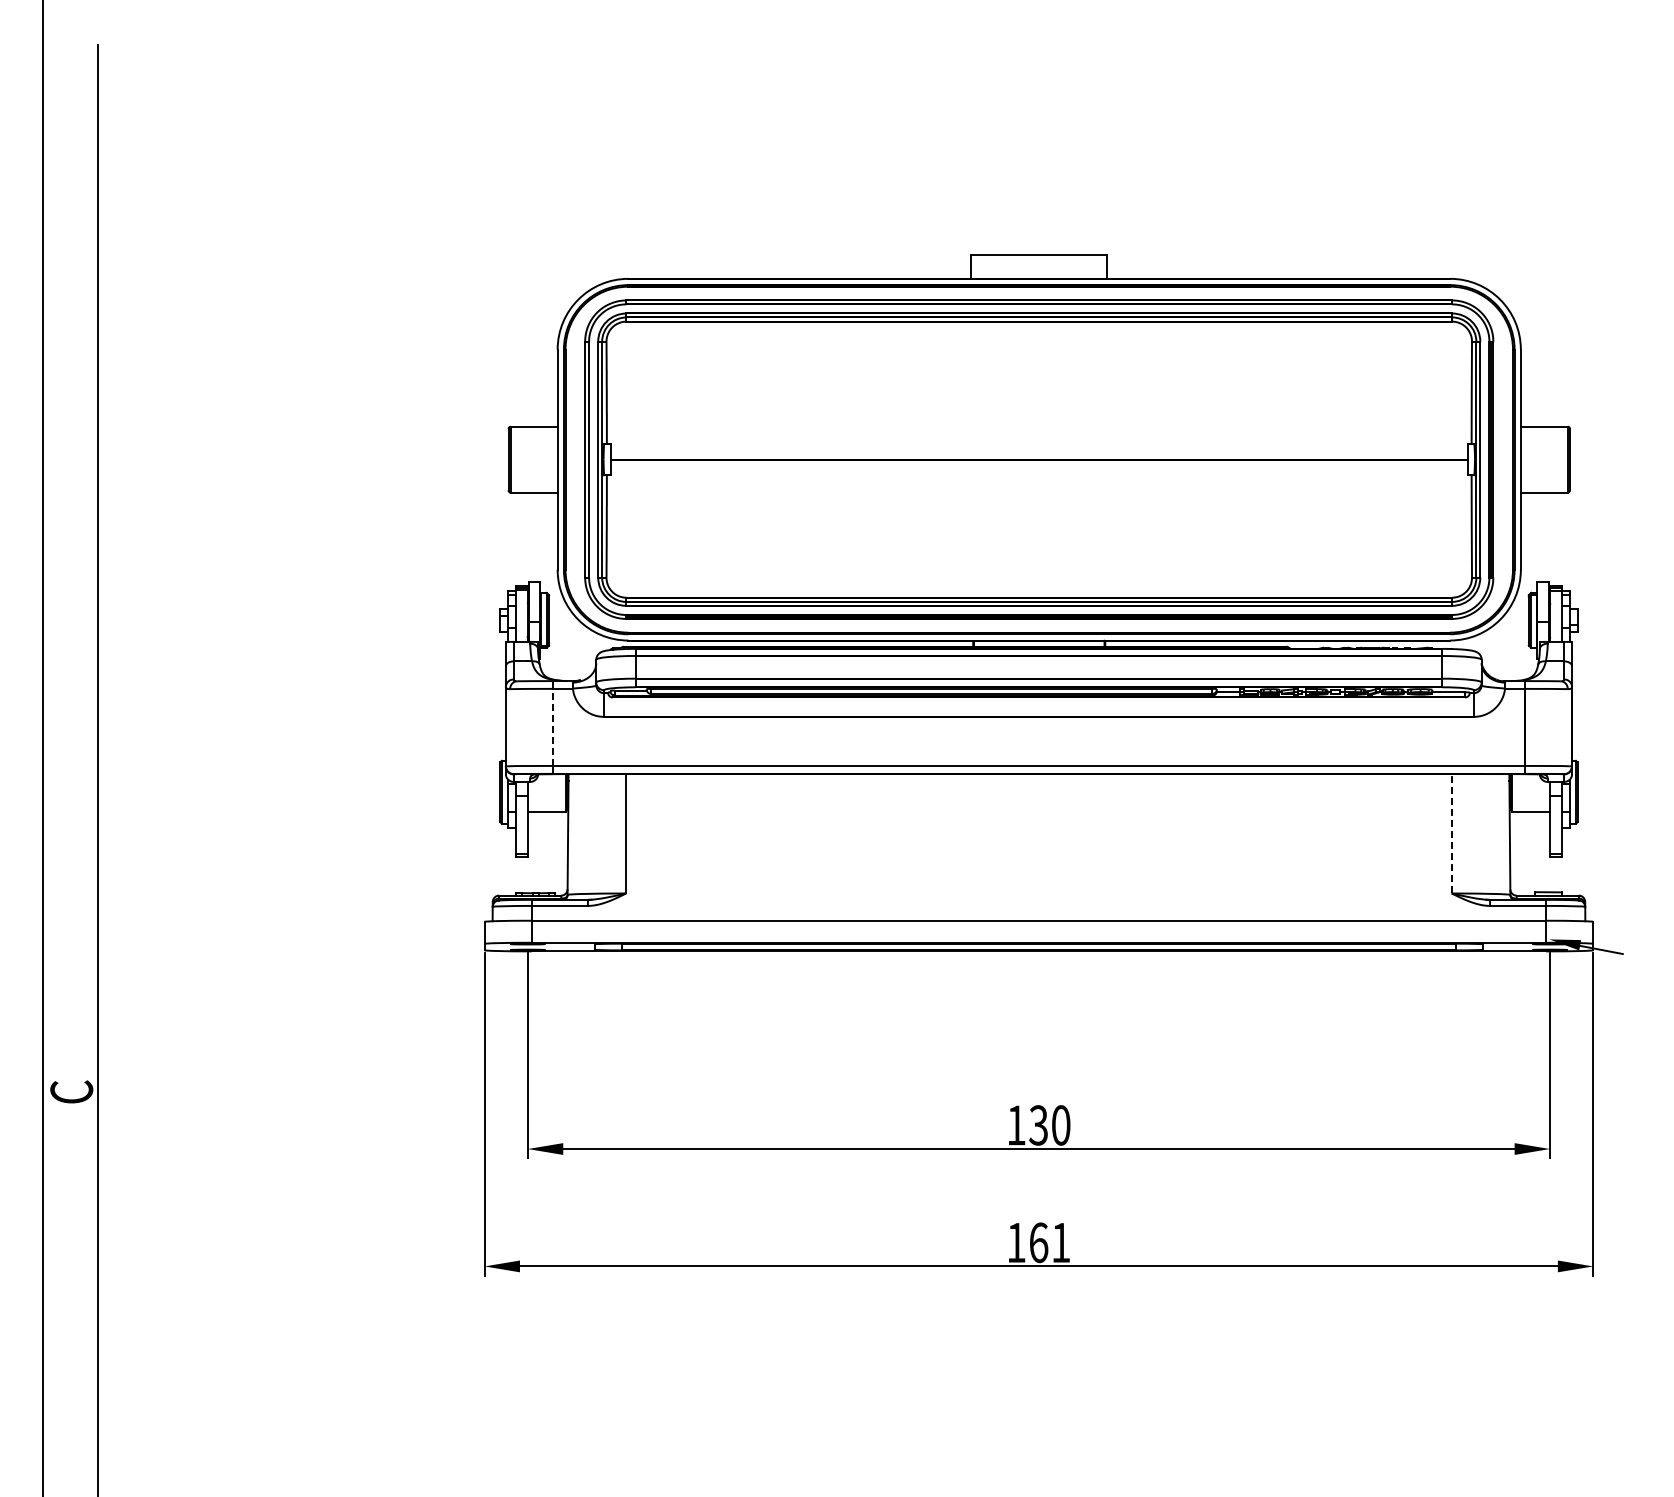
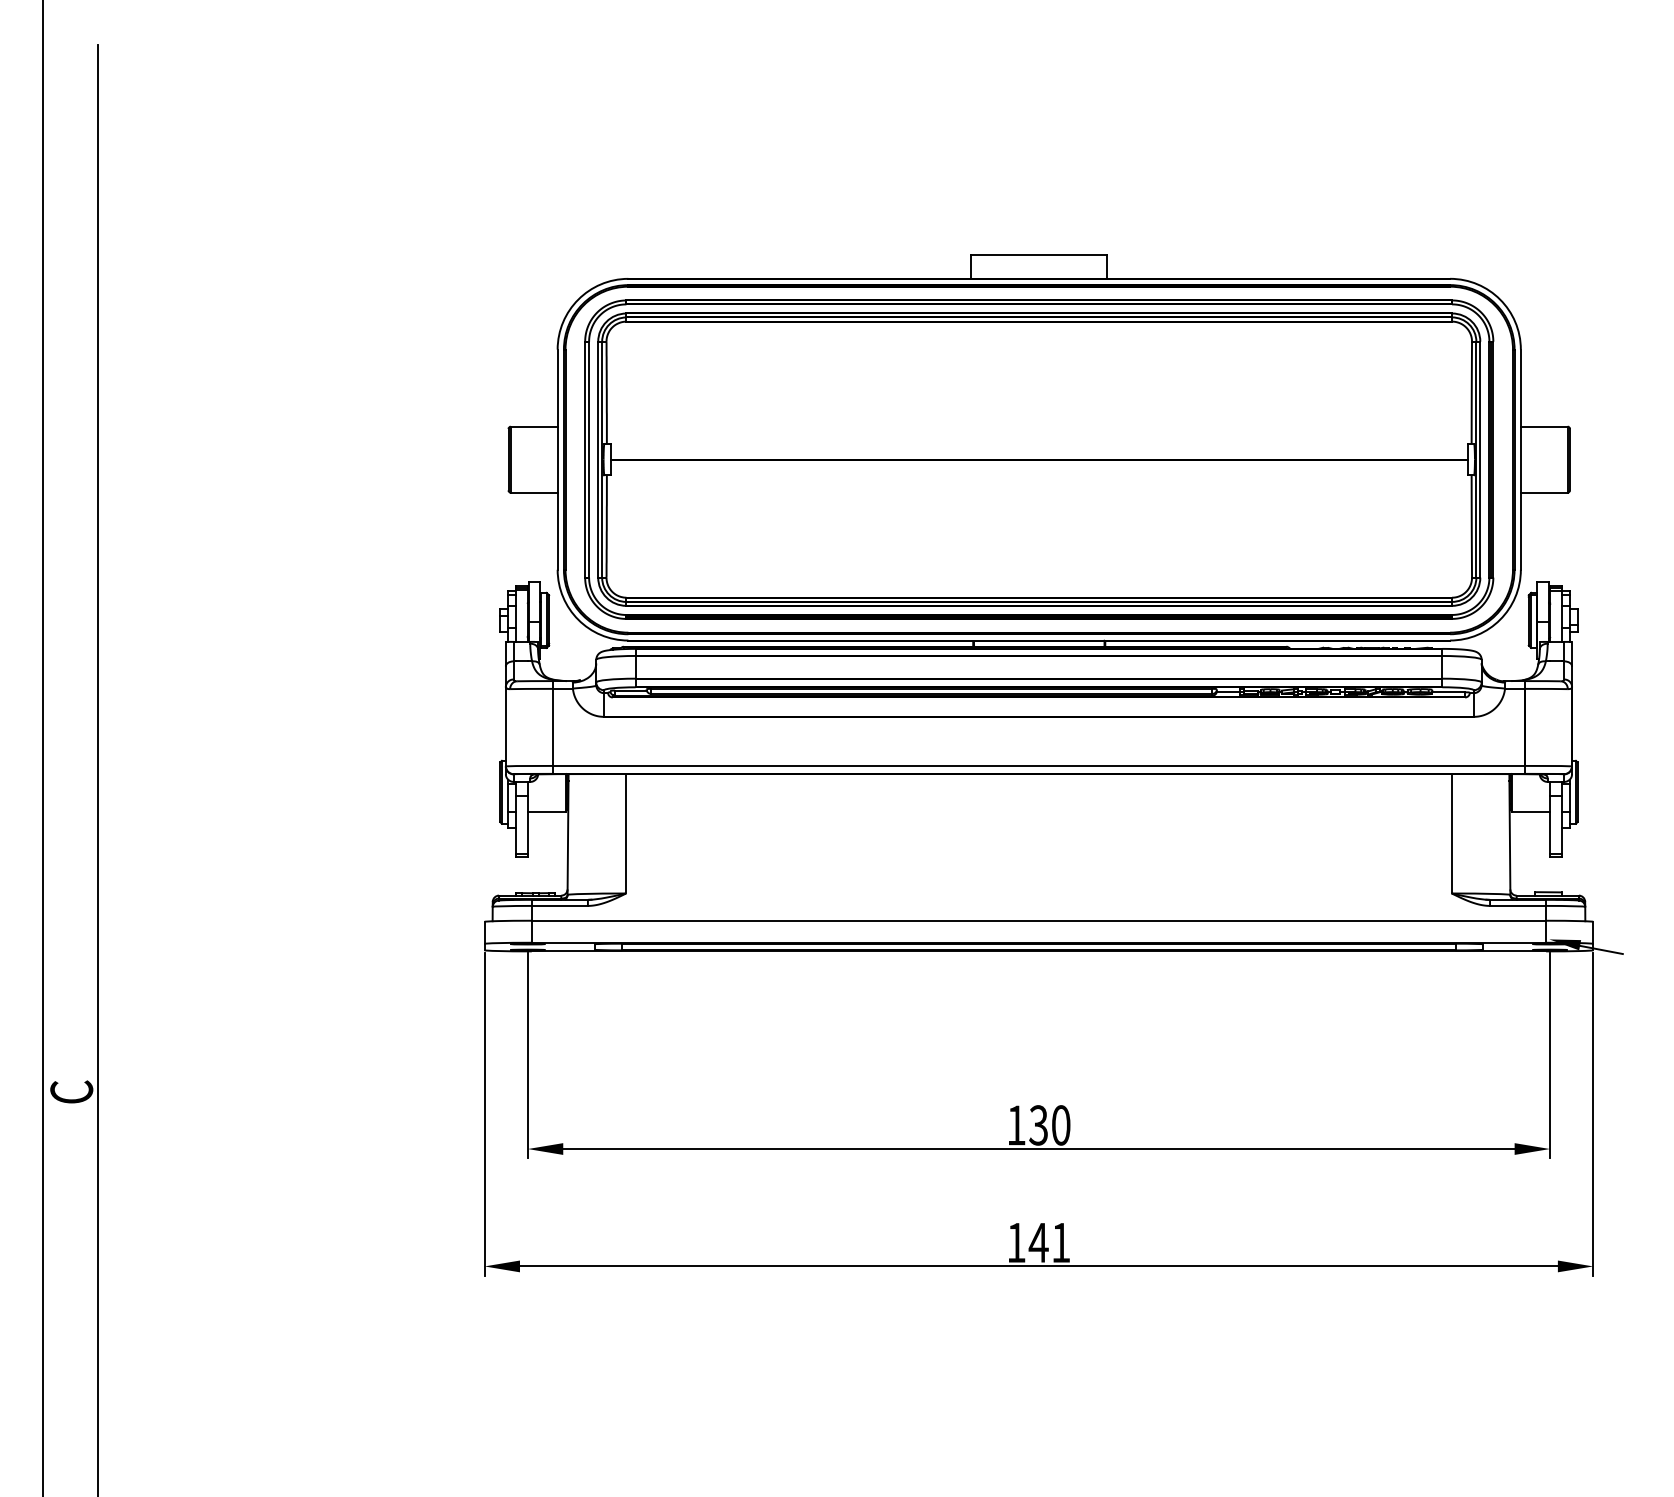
line at (553, 727): dashed -> solid
line at (1451, 833): dashed -> solid
text at (1038, 1242): 161 -> 141
